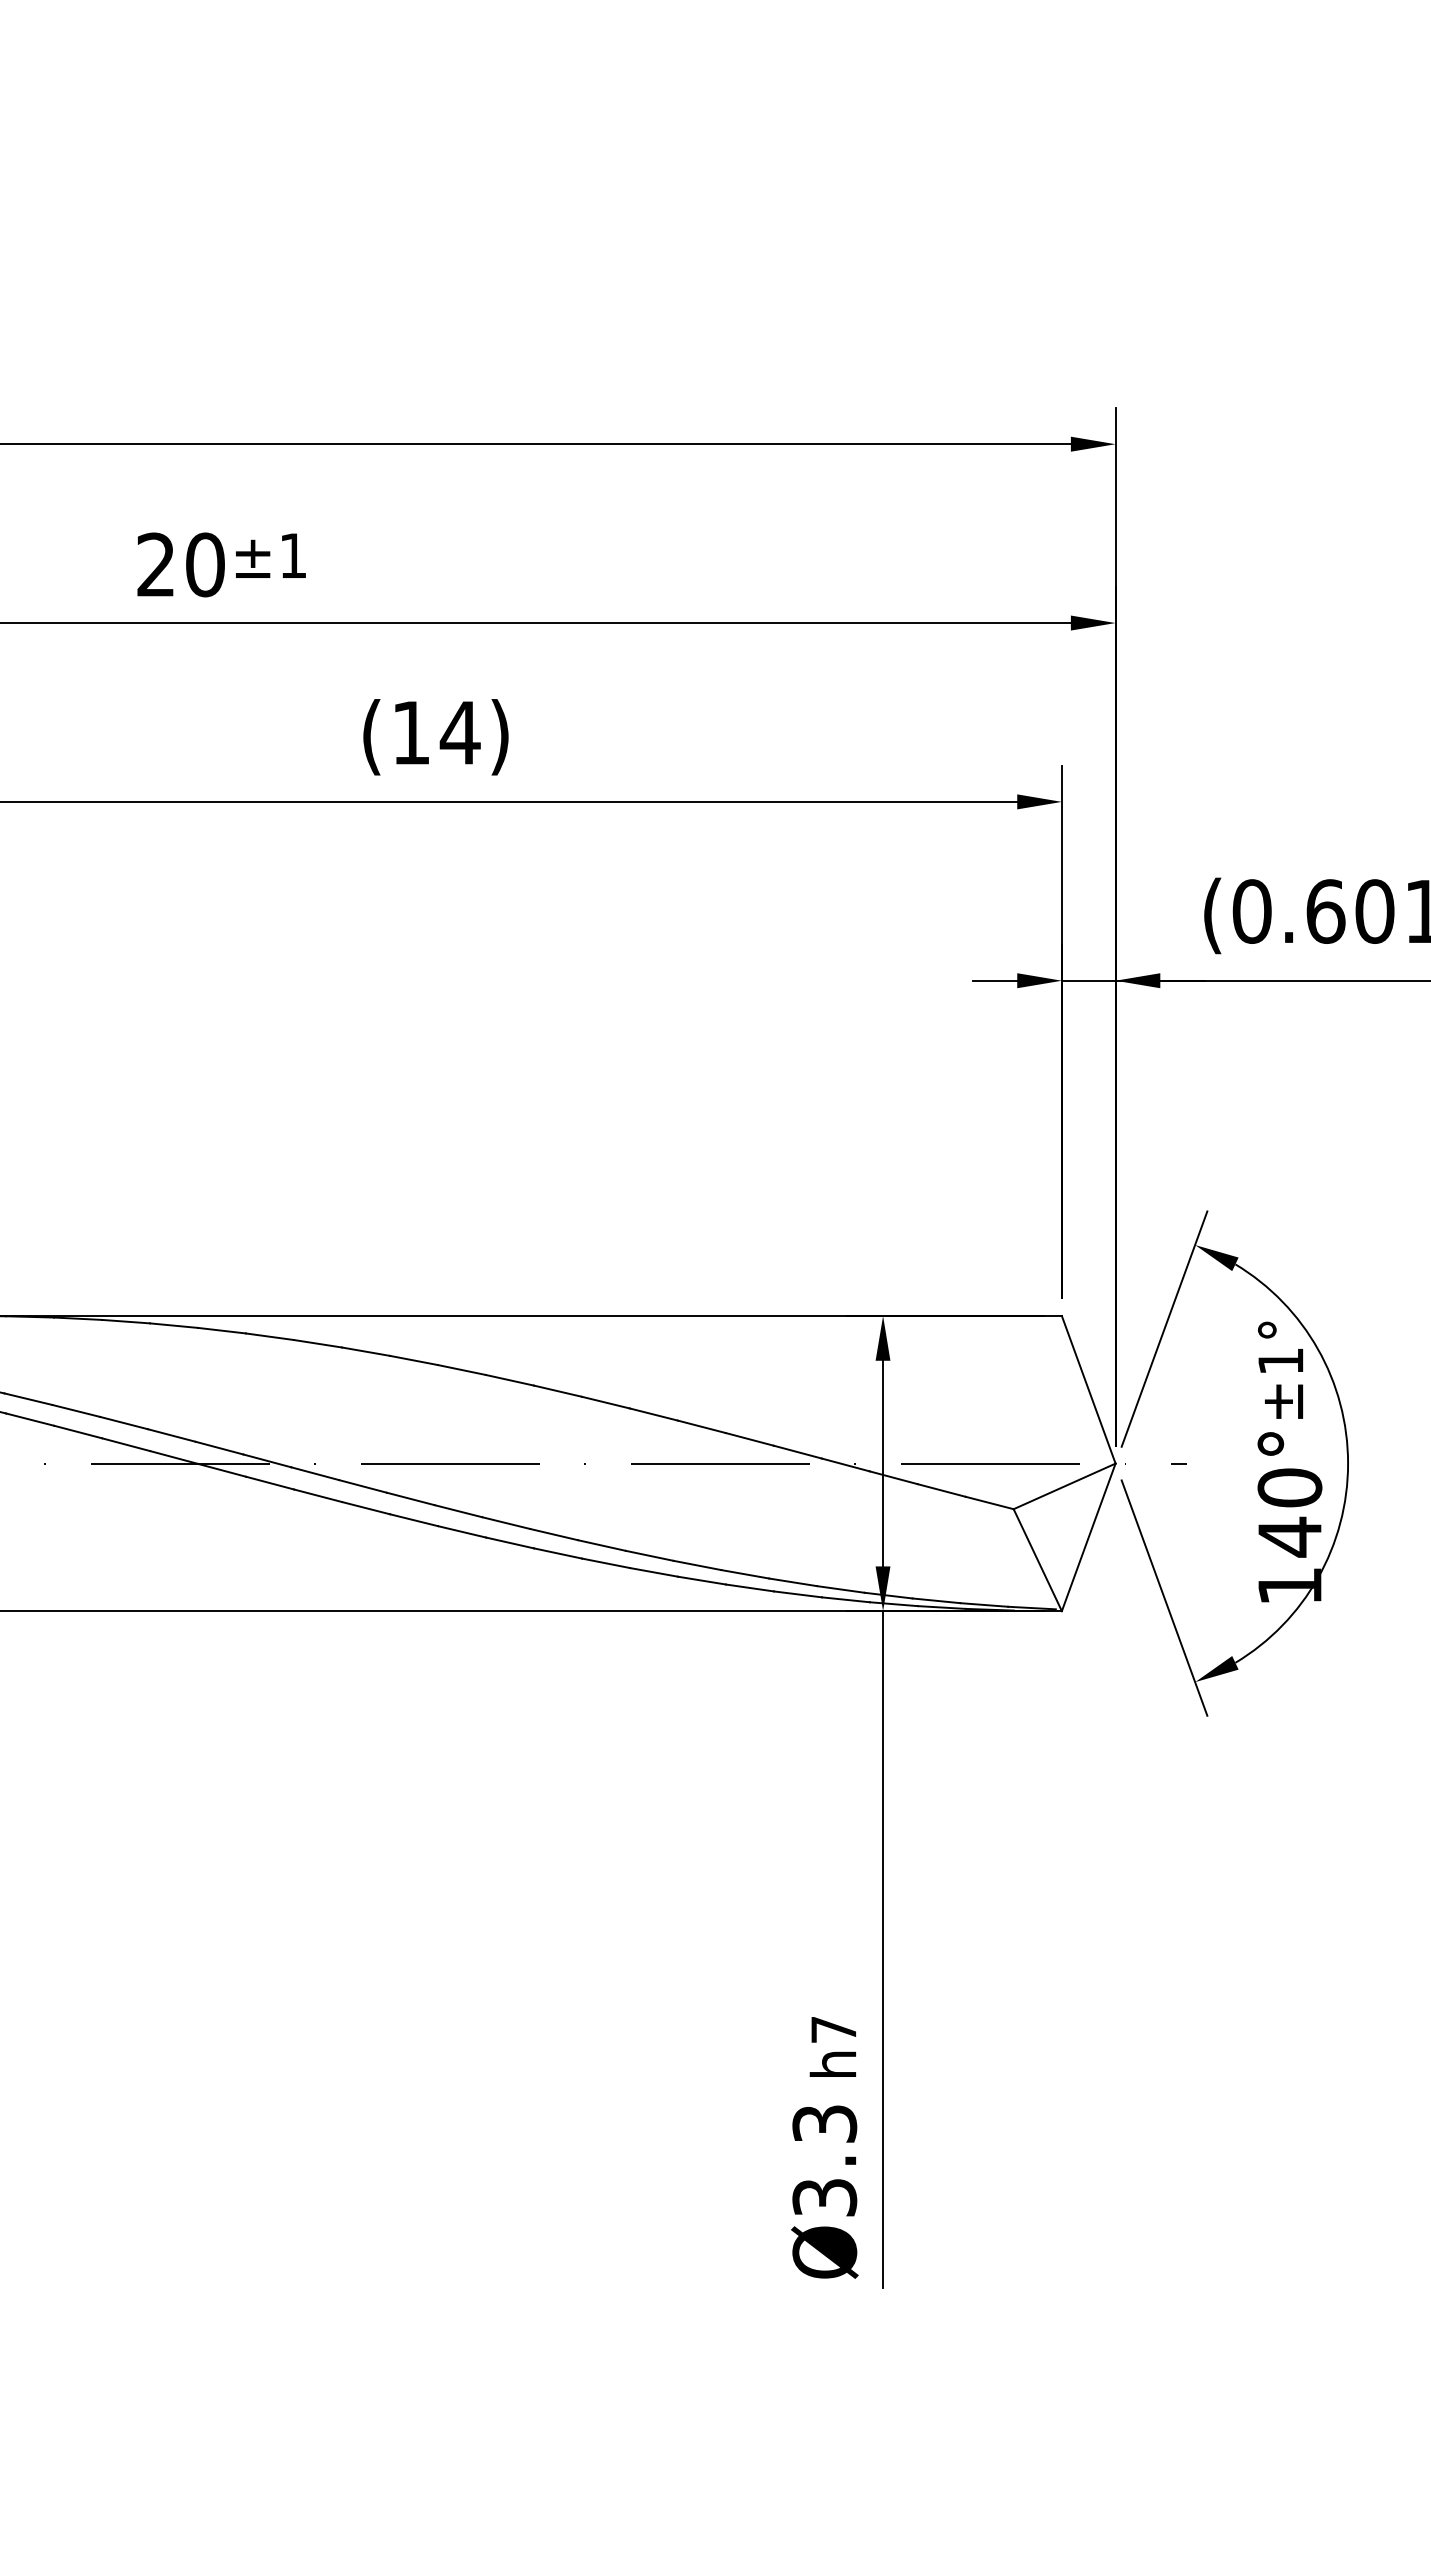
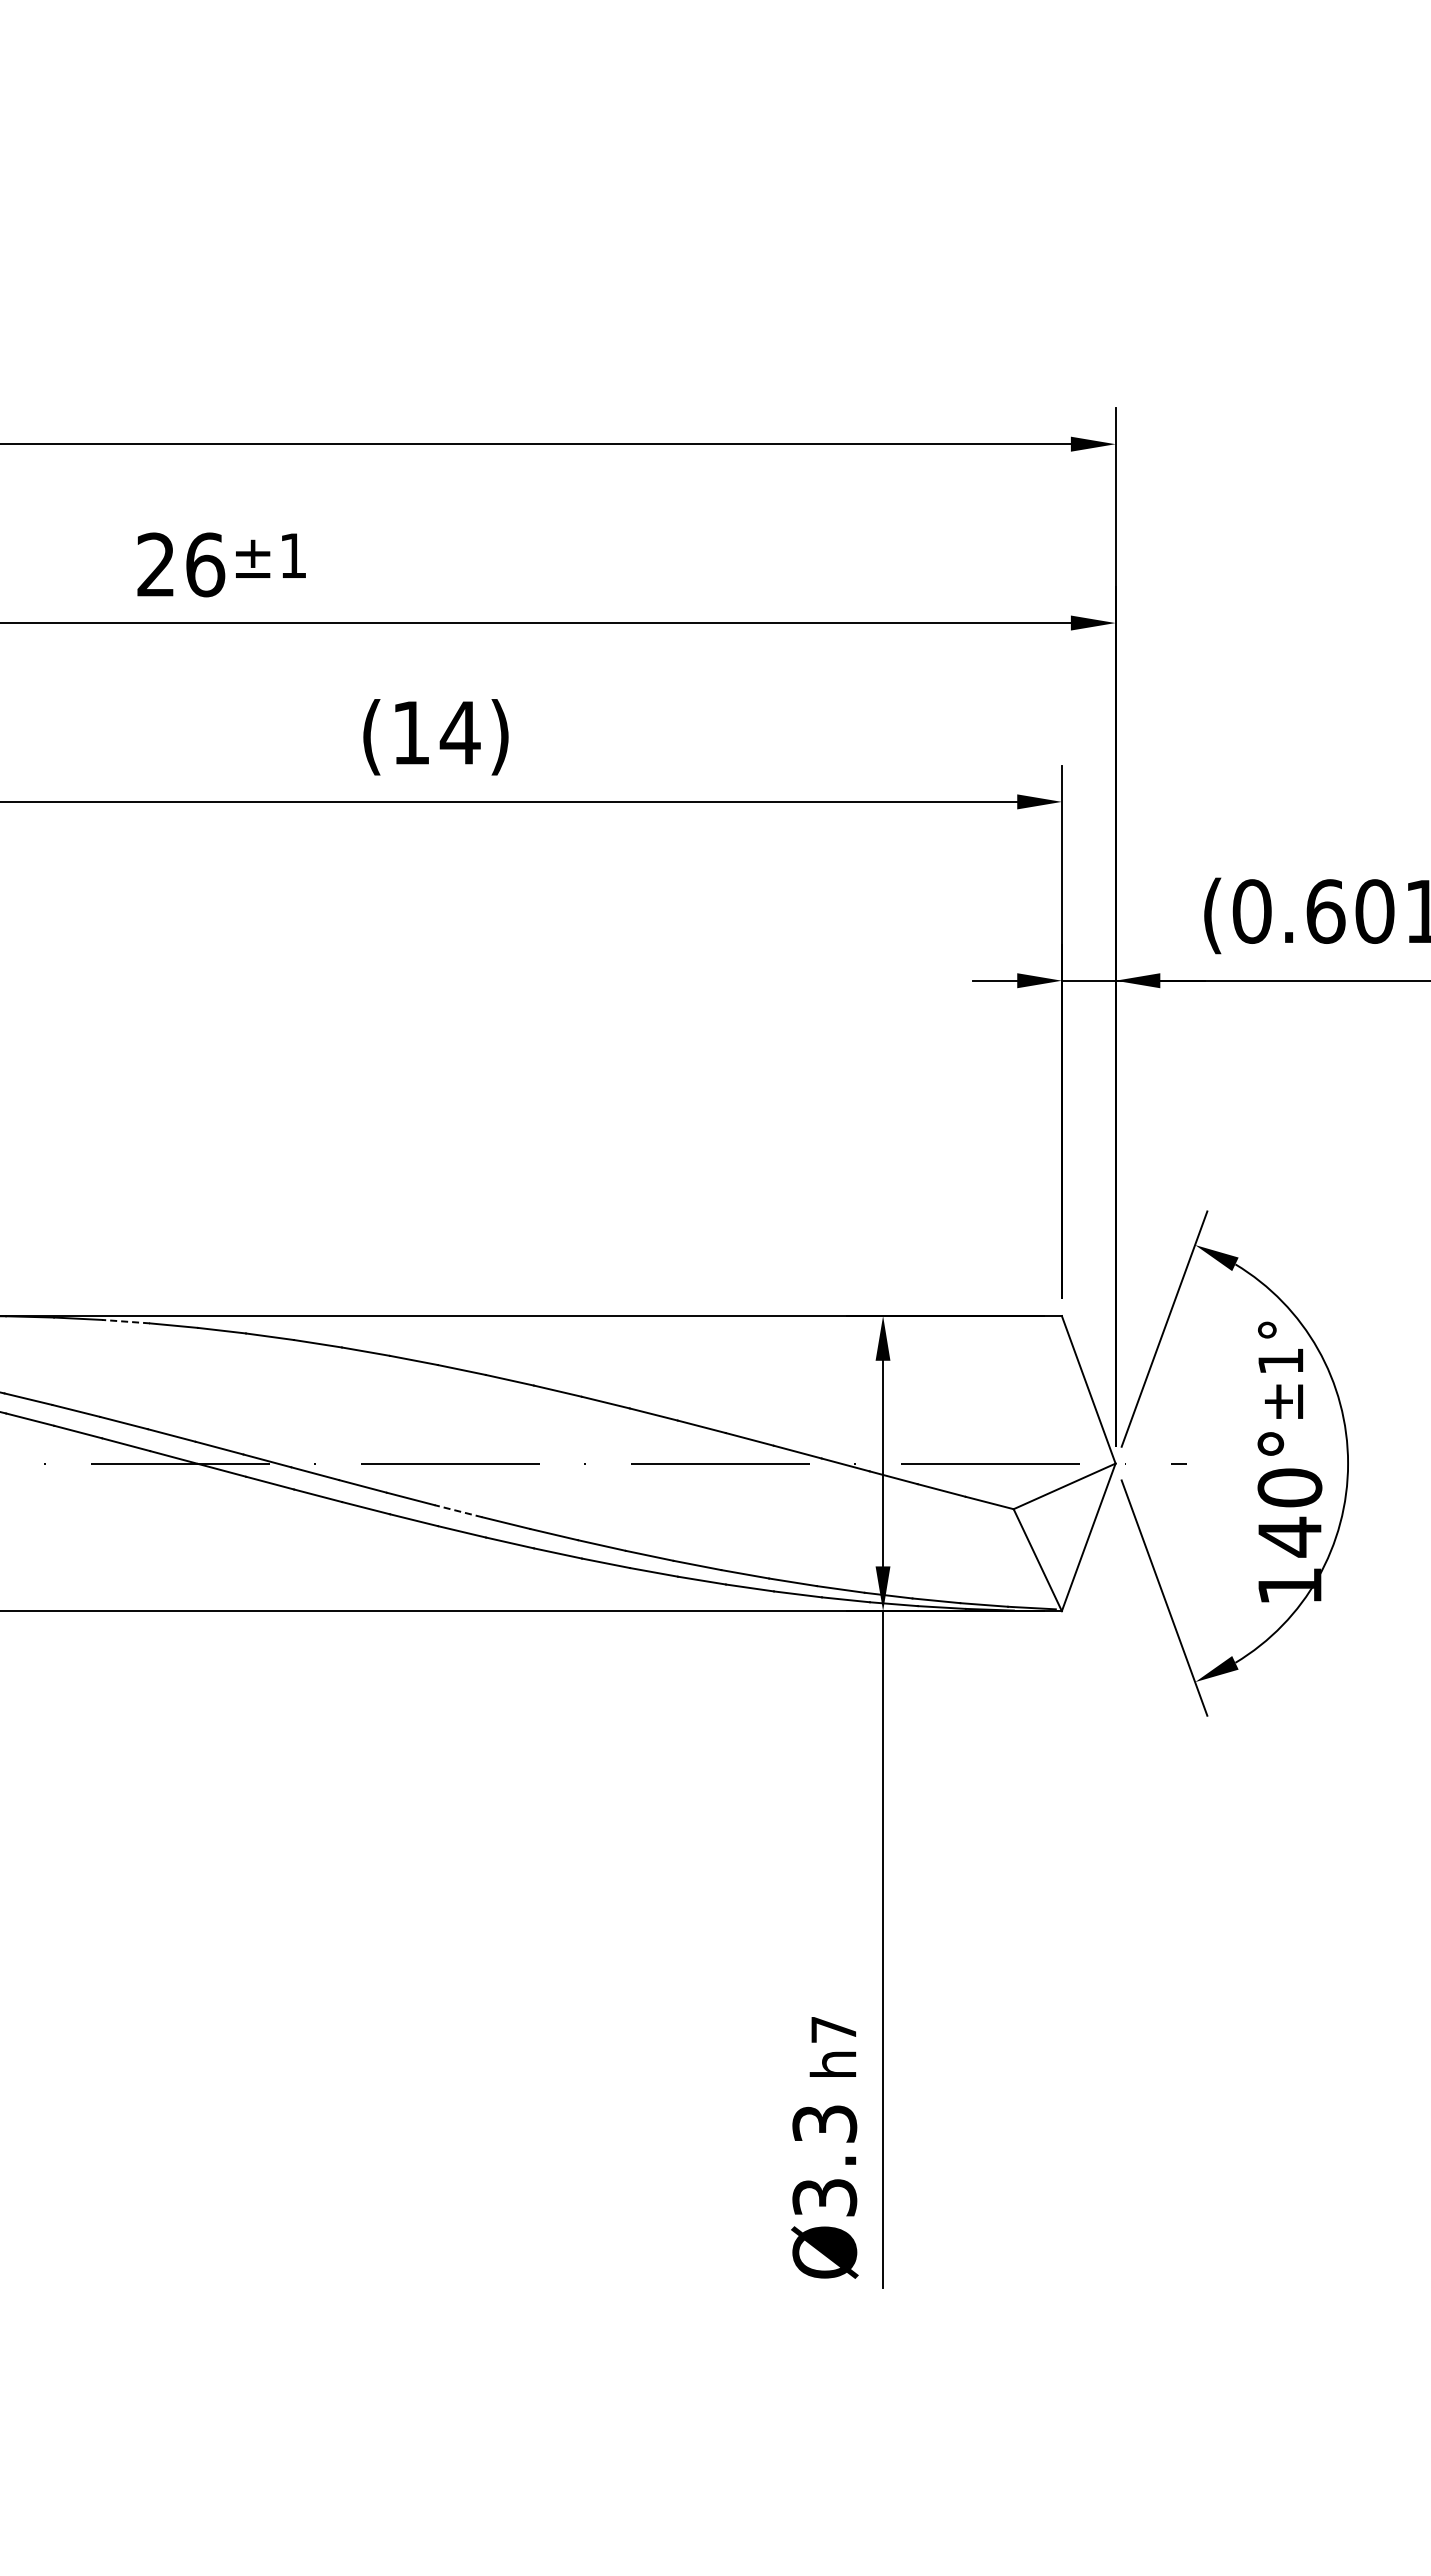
text at (205, 564): 20 -> 26
line at (125, 1321): solid -> dashed
line at (458, 1511): solid -> dashed
